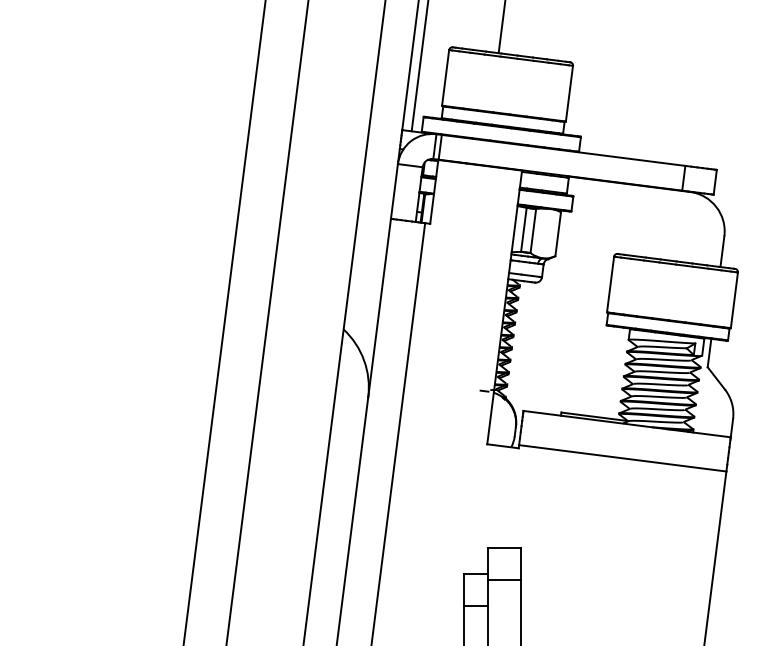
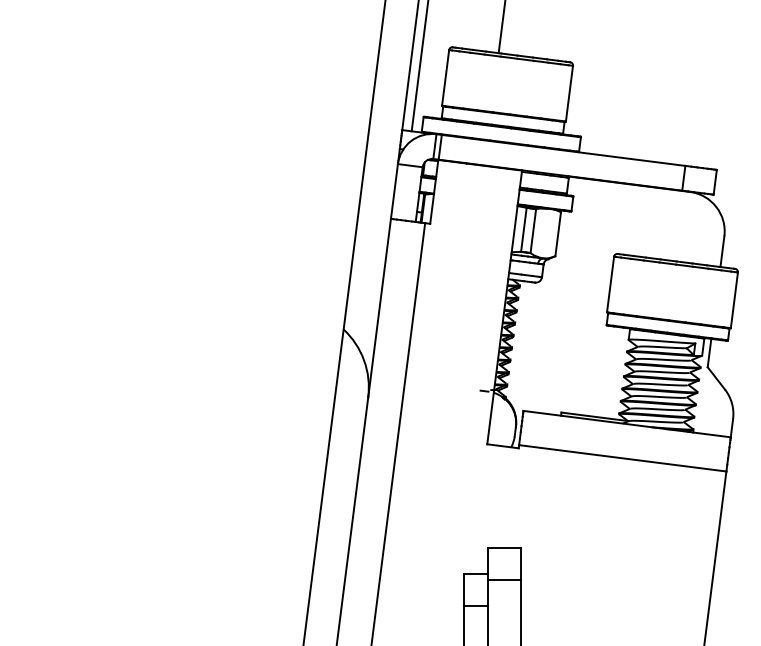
line at (224, 322): present -> none
line at (267, 322): present -> none
